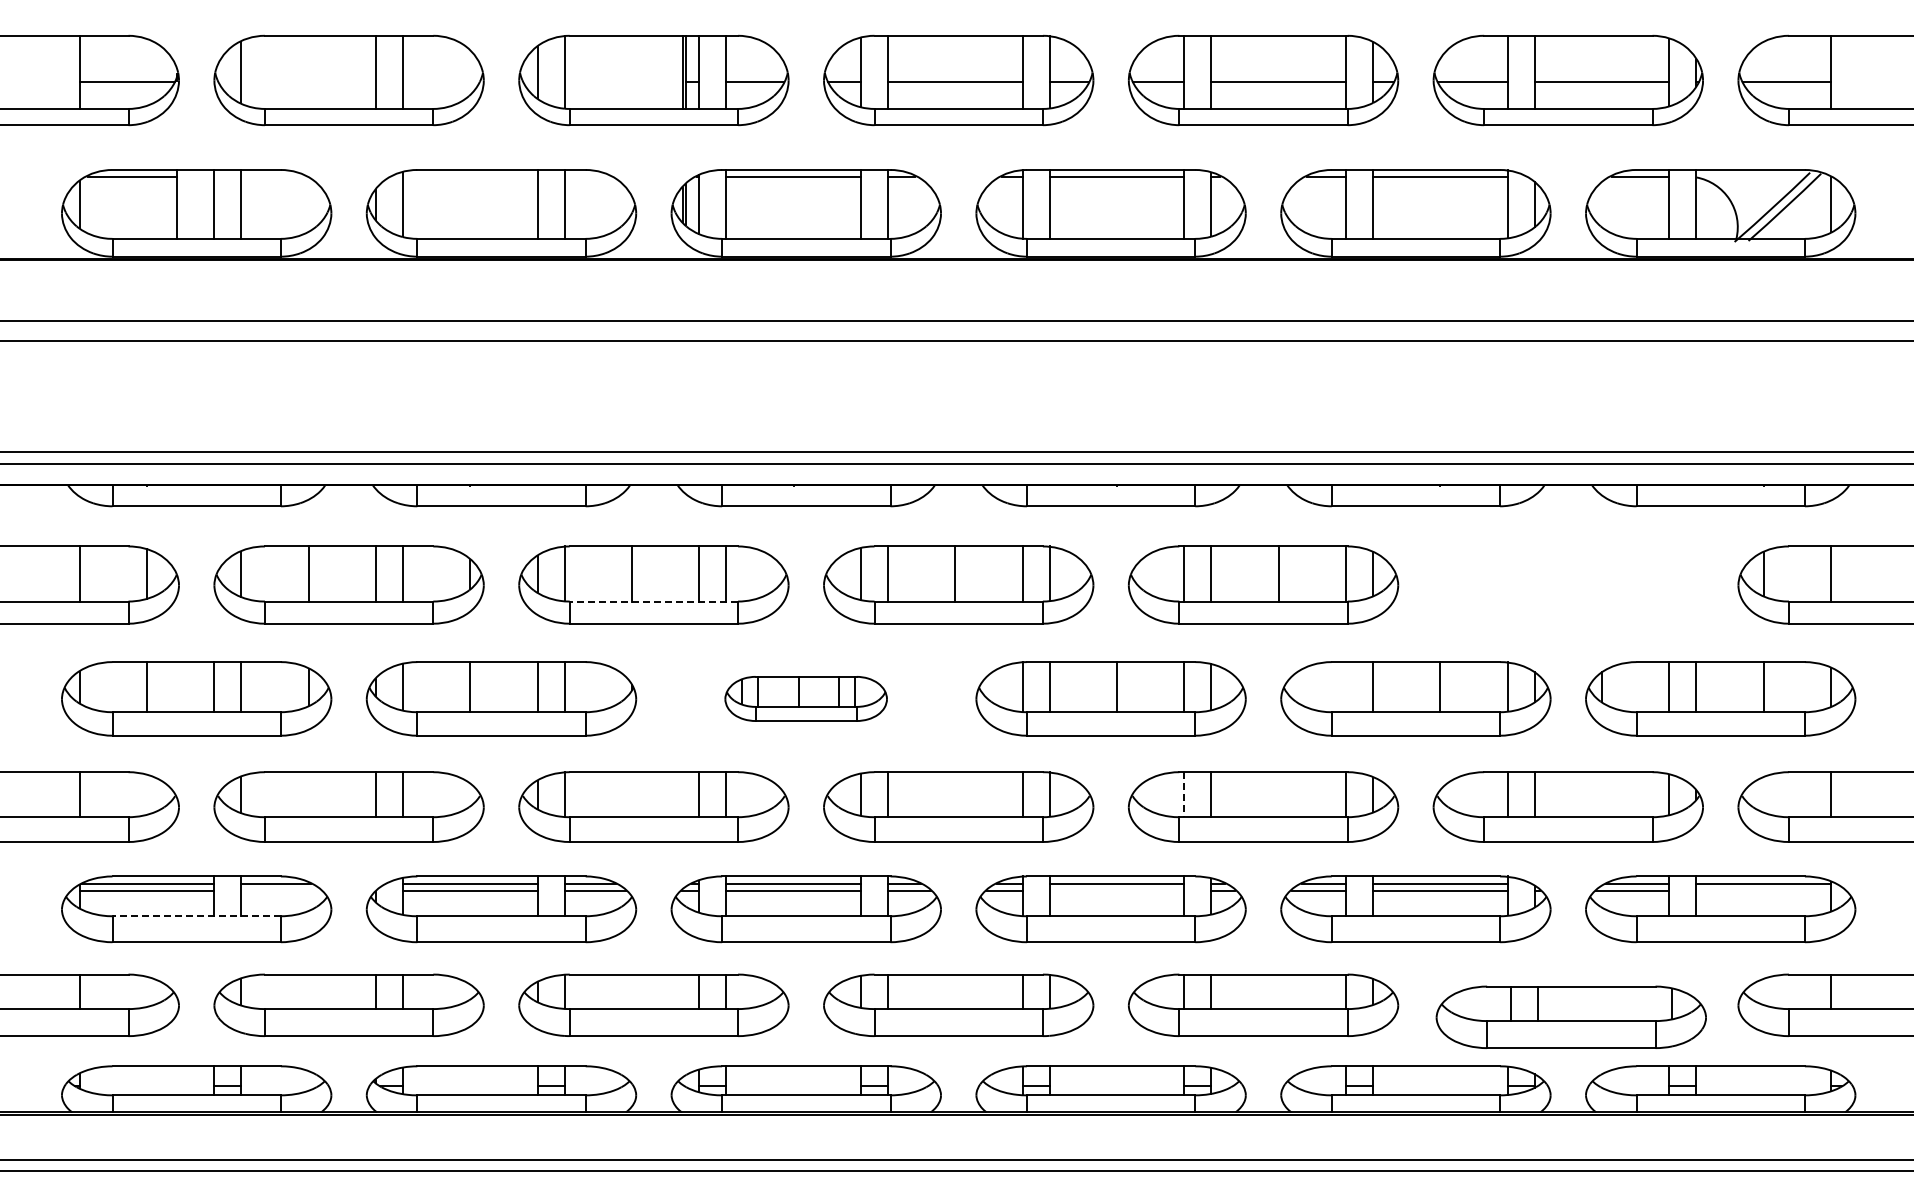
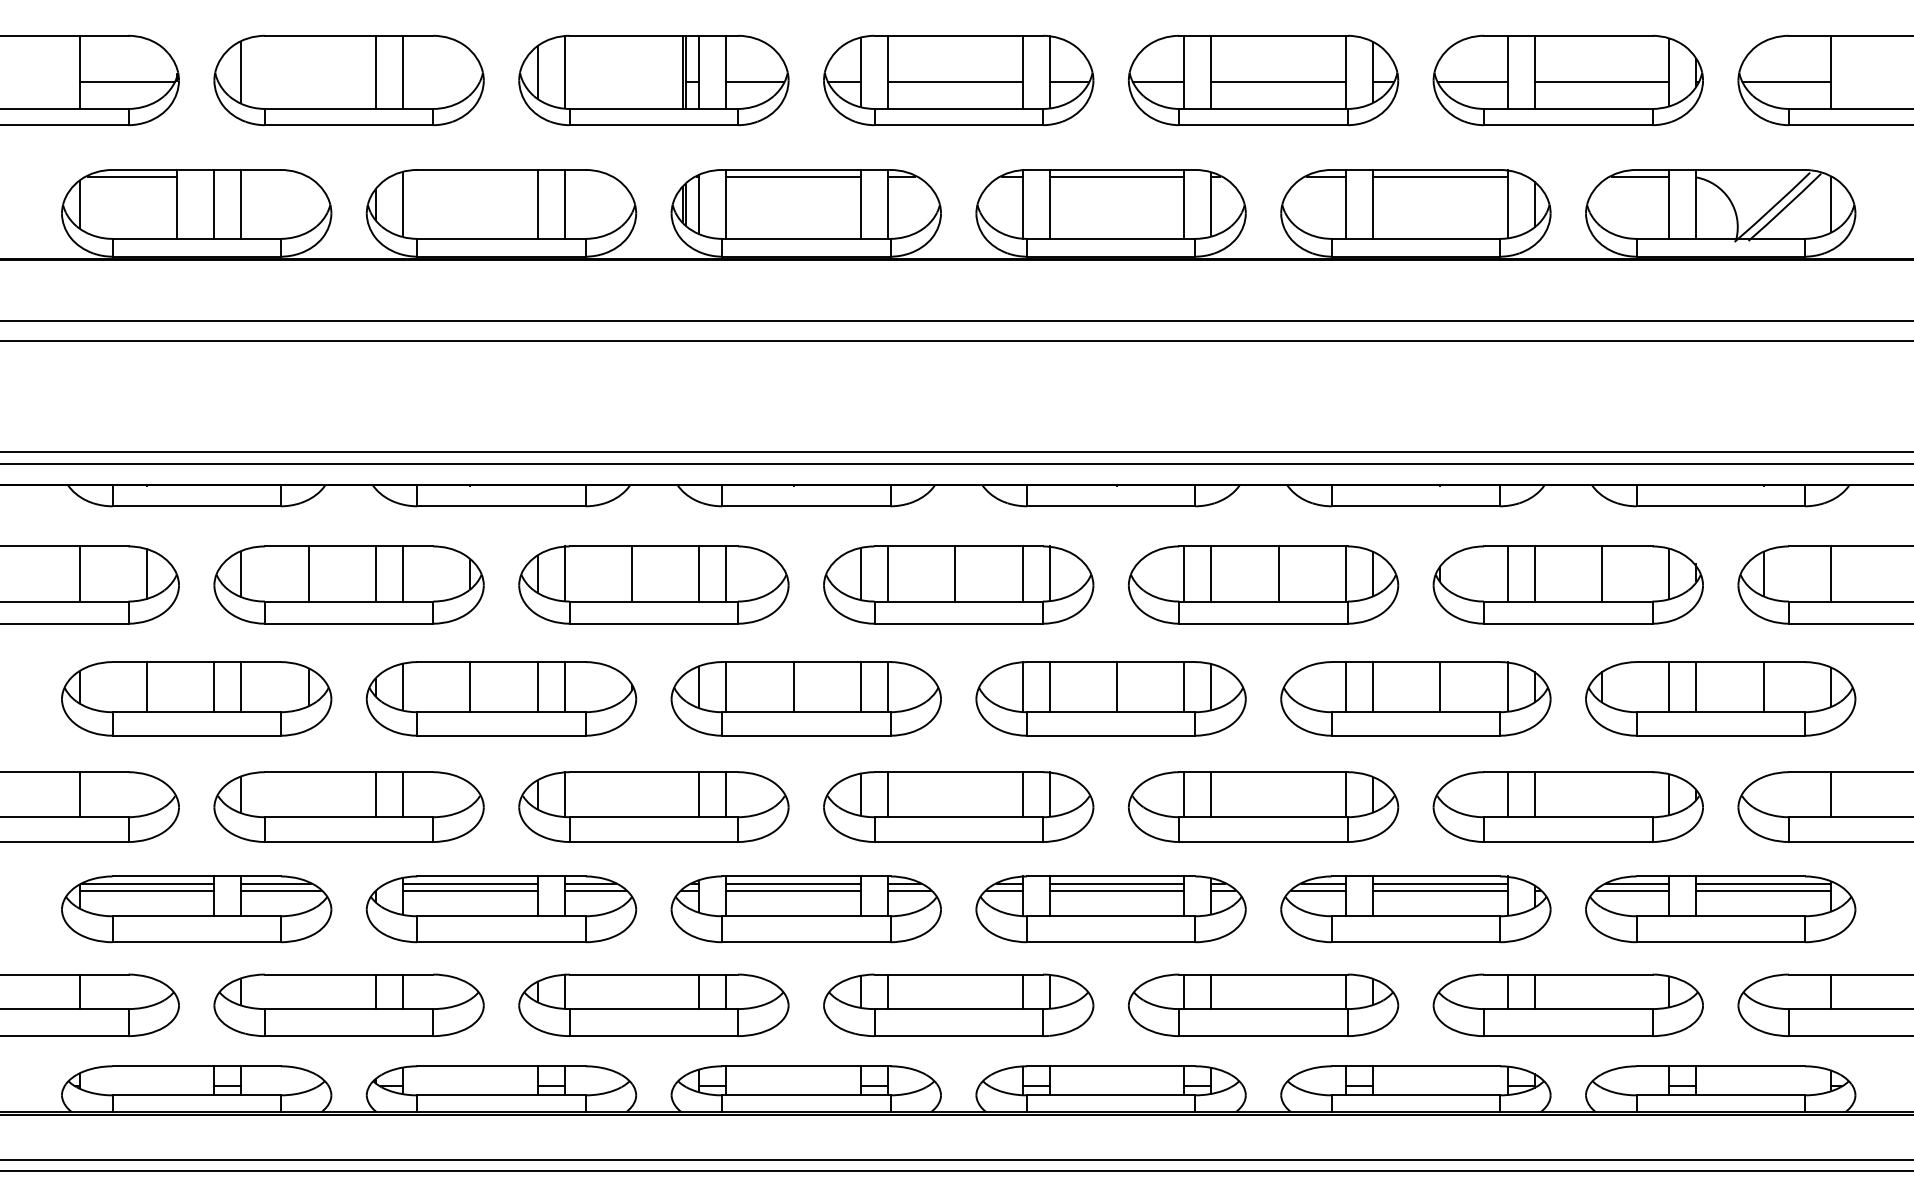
part at (1567, 584): none -> present
line at (653, 601): dashed -> solid
line at (1346, 687): none -> present
part at (805, 698) size: 164x46 px -> 272x76 px
line at (1184, 794): dashed -> solid
line at (280, 890): none -> present
line at (1116, 890): none -> present
line at (1763, 890): none -> present
line at (196, 916): dashed -> solid
part at (1570, 1016) position: (1570, 1016) -> (1567, 1004)
